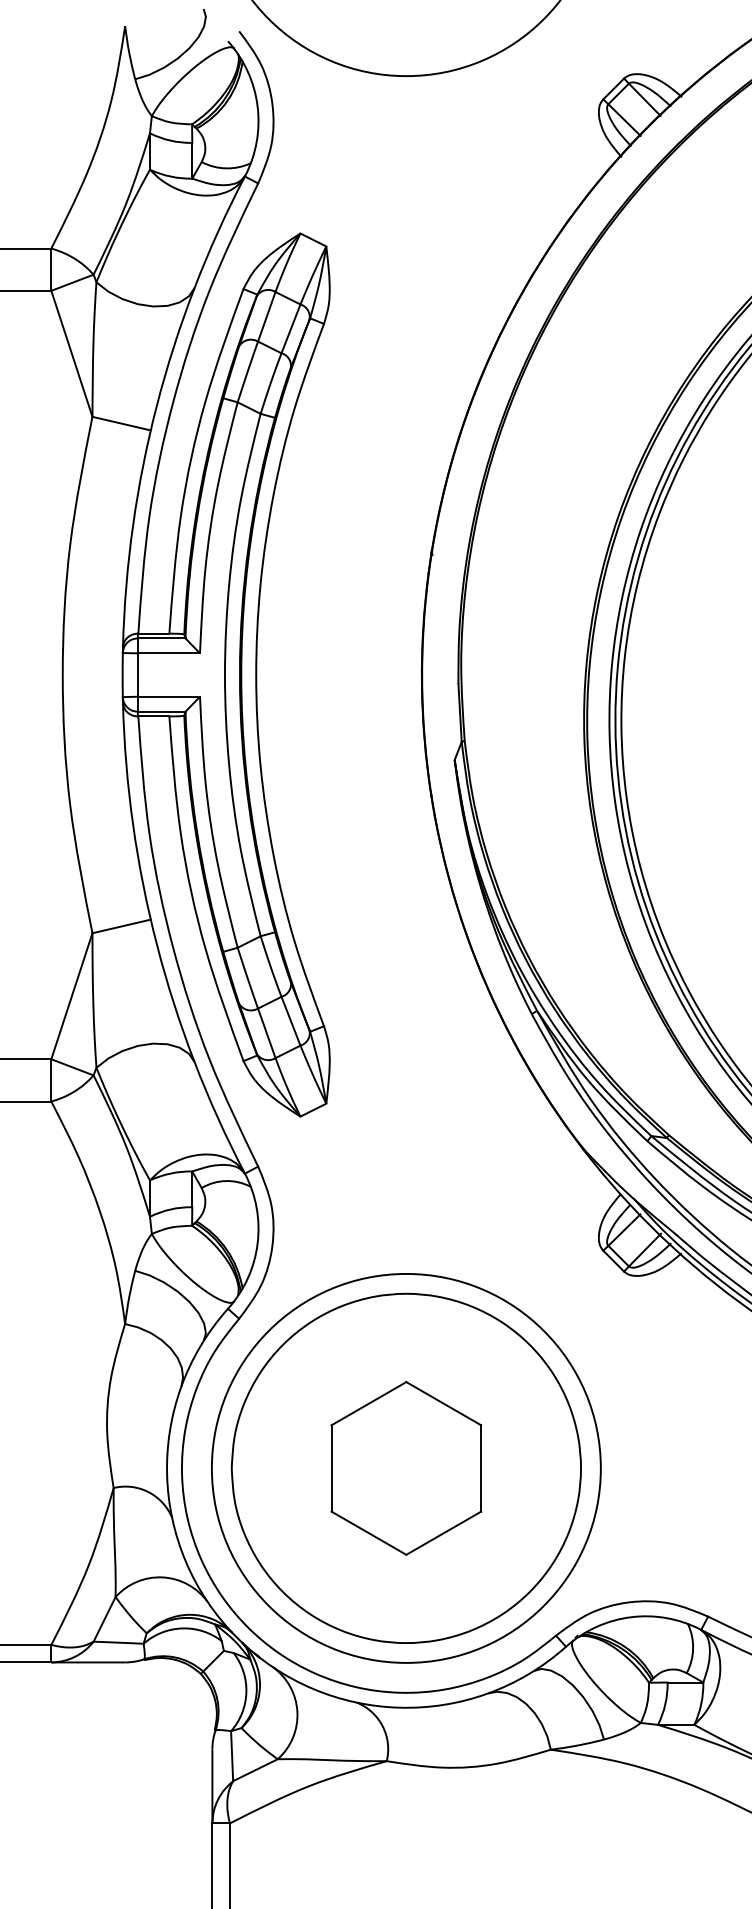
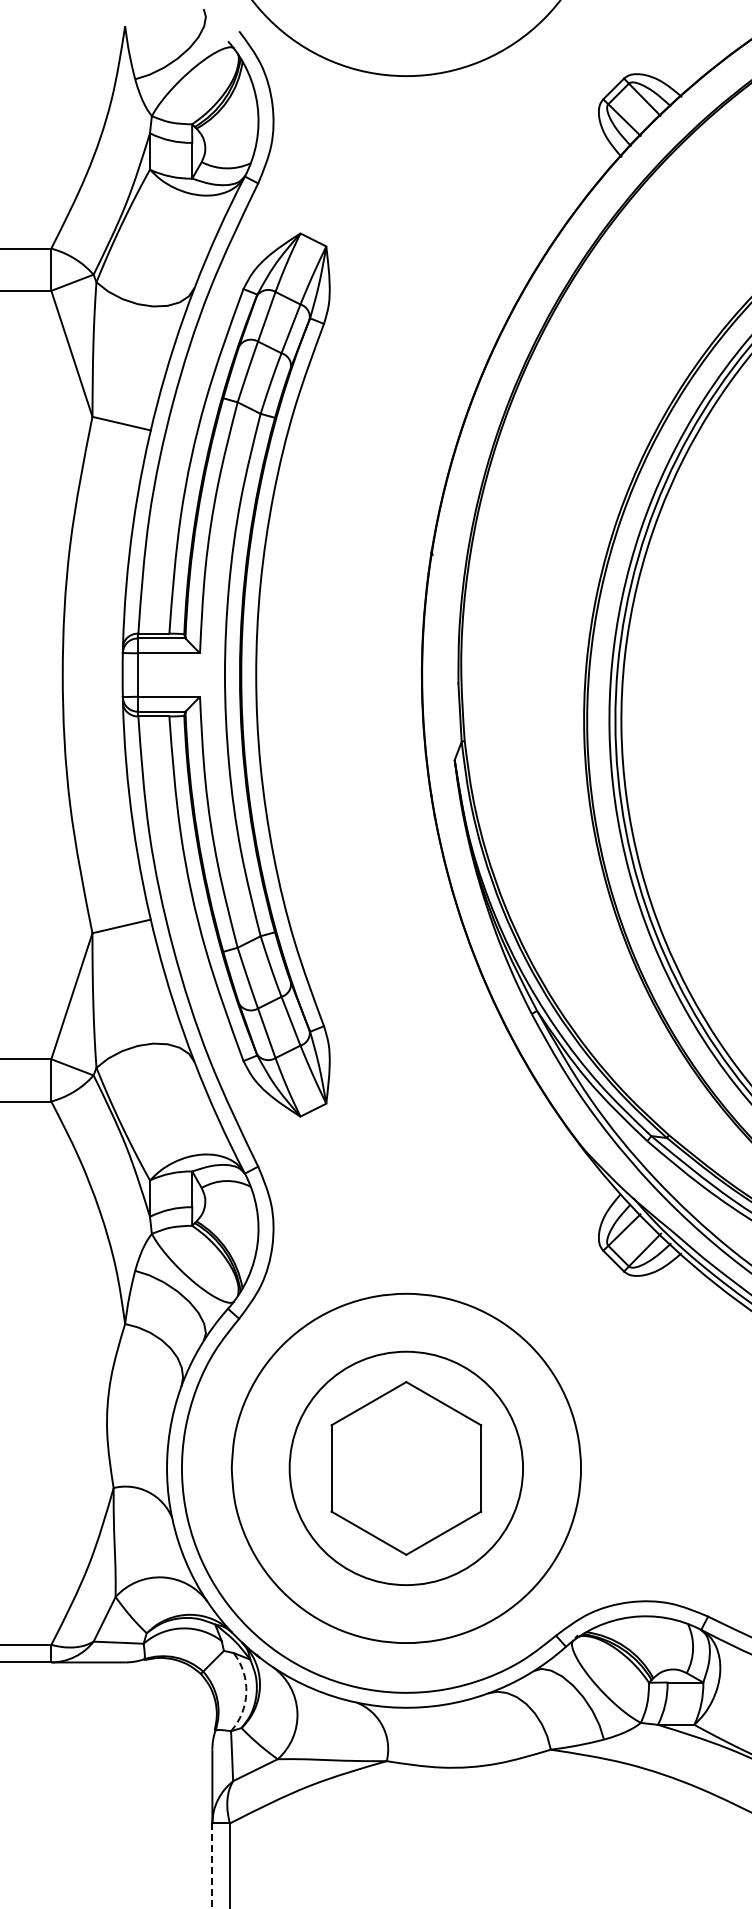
circle at (405, 1467) diameter: 389 px -> 233 px
arc at (246, 1692): solid -> dashed
line at (212, 1866): solid -> dashed
